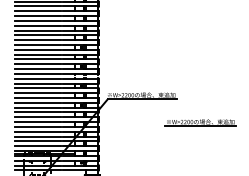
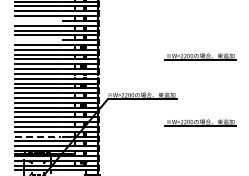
line at (37, 20): present -> none
line at (37, 40): present -> none
part at (200, 56): none -> present
line at (37, 136): solid -> dashed
